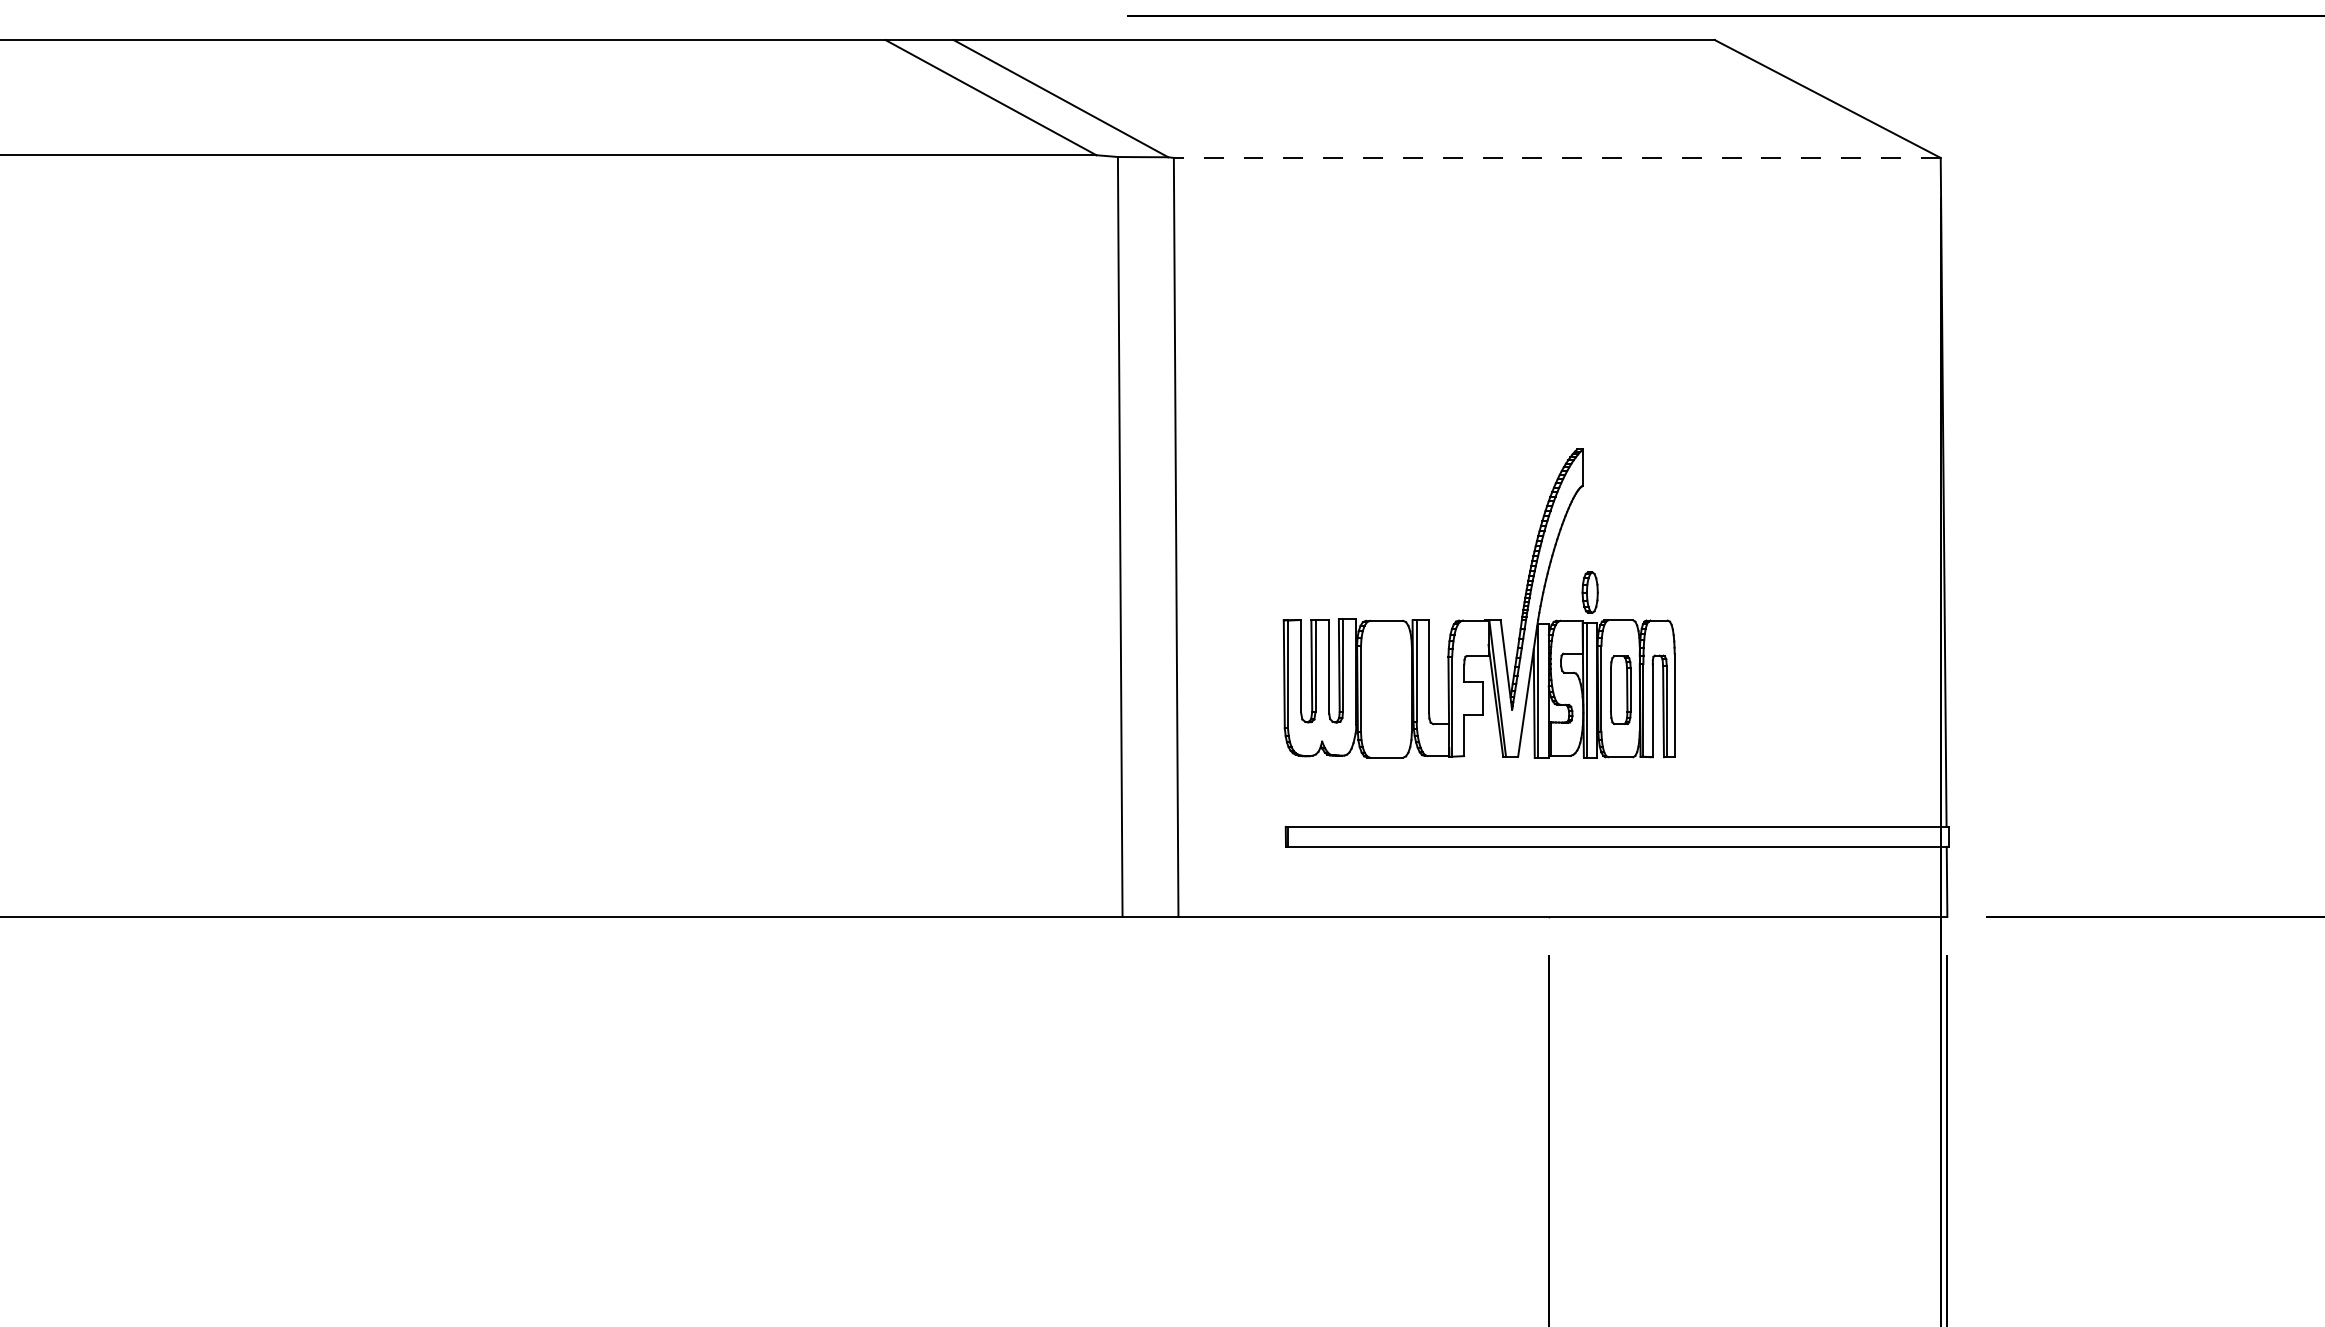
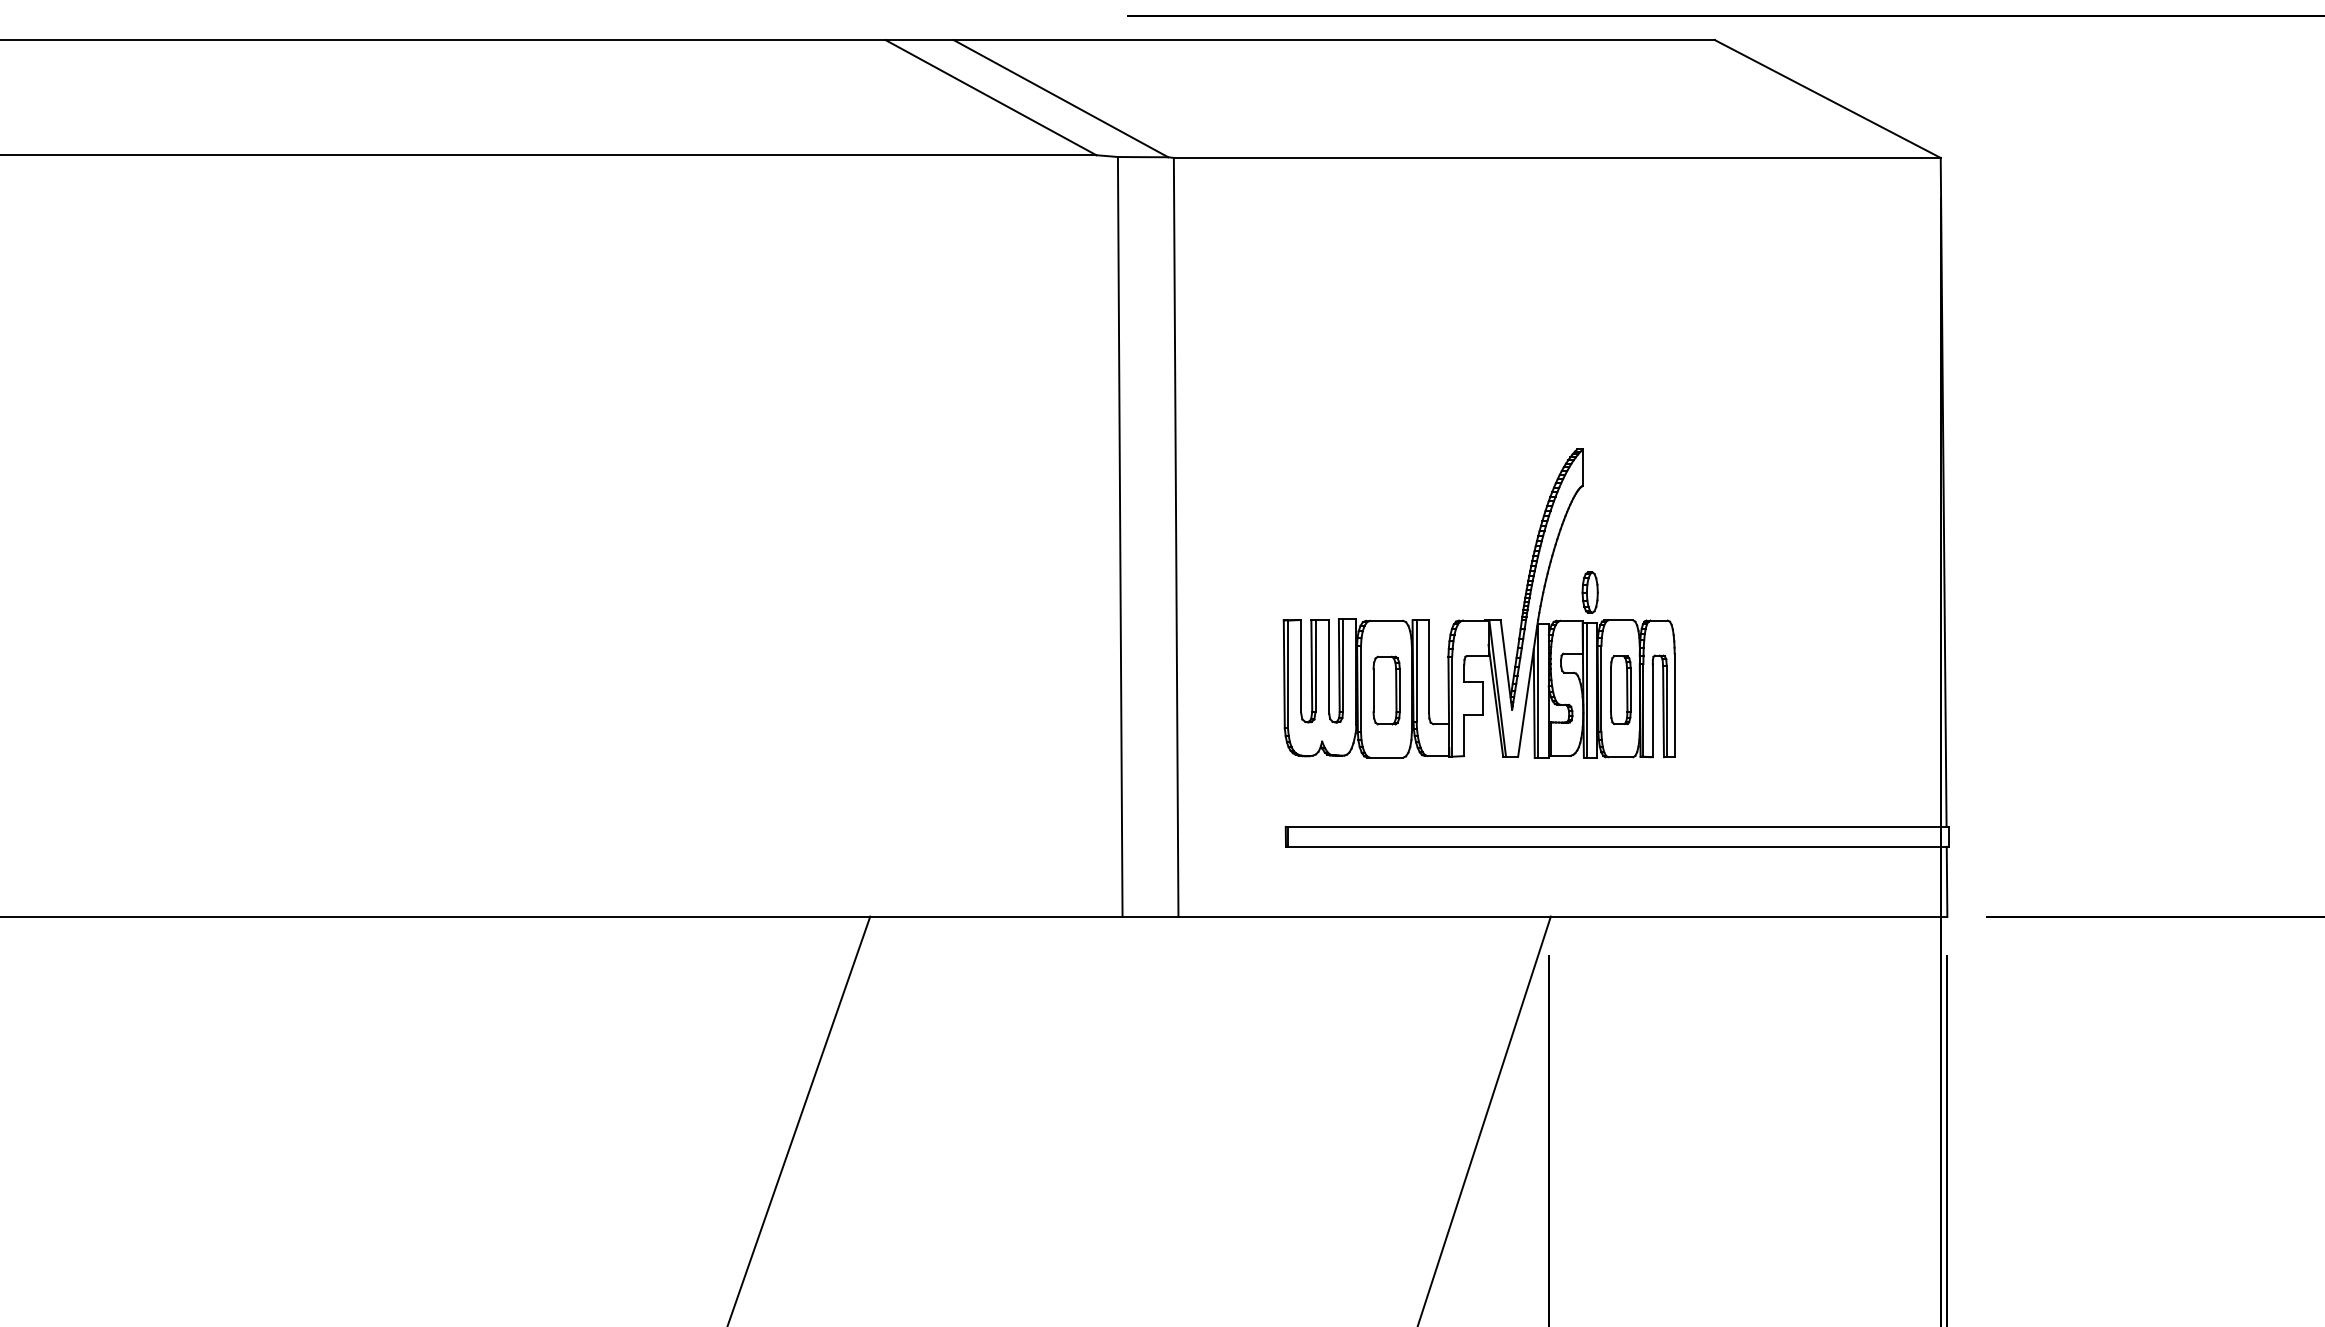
line at (1556, 157): dashed -> solid
part at (1386, 690): none -> present
line at (799, 1119): none -> present
line at (1484, 1119): none -> present
